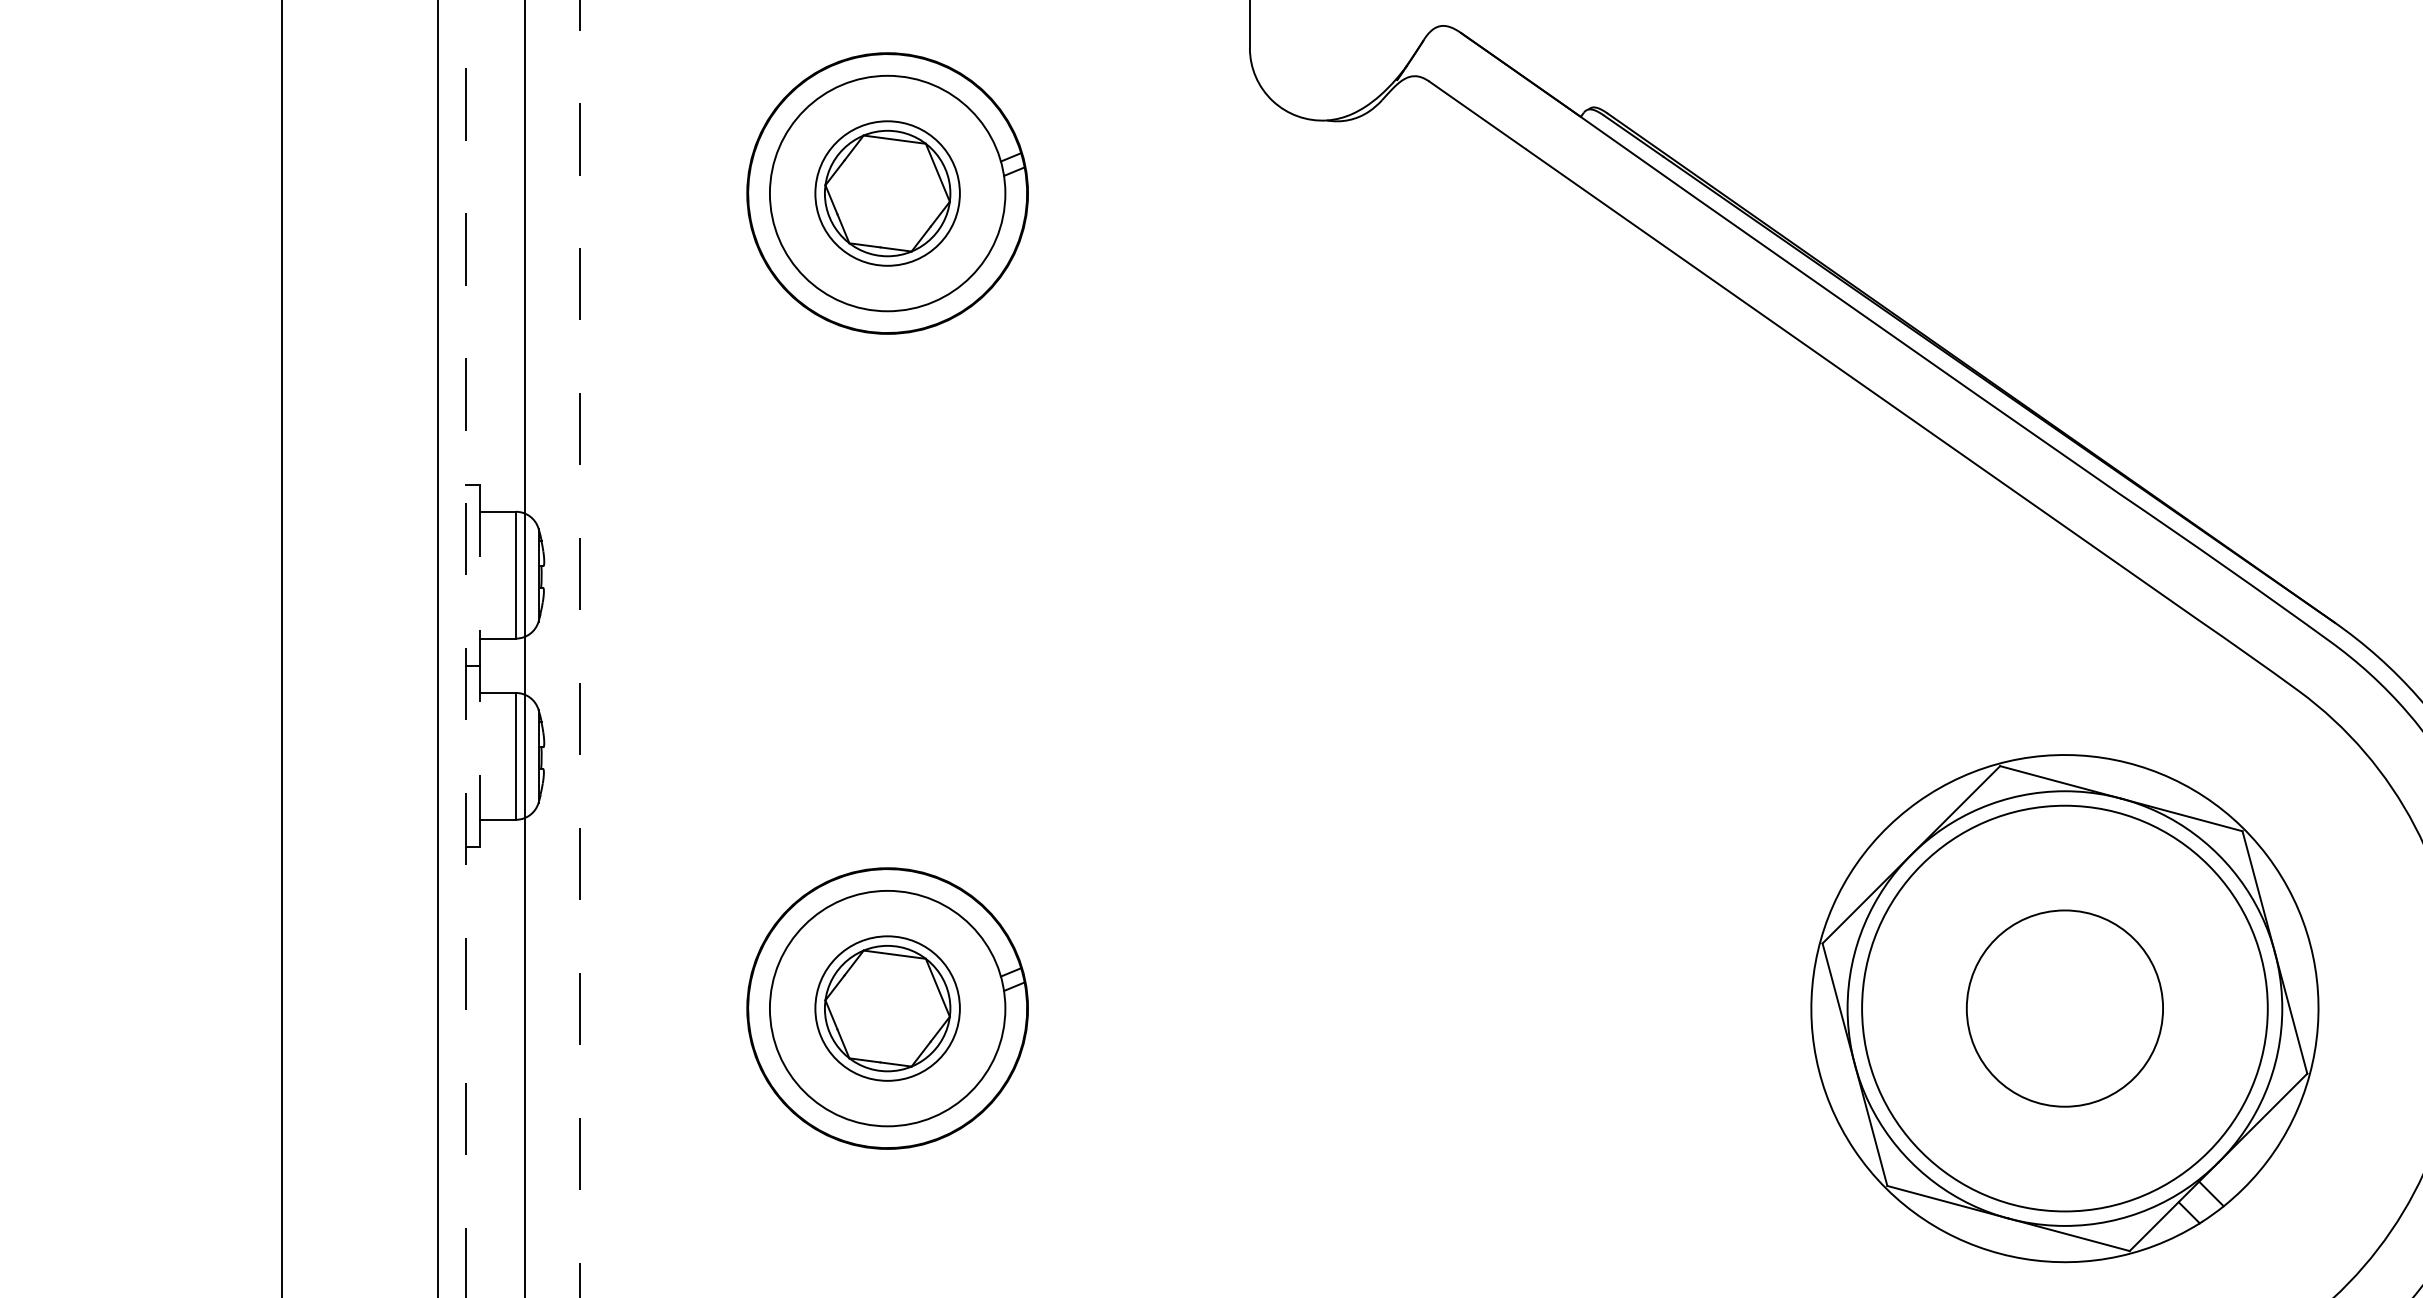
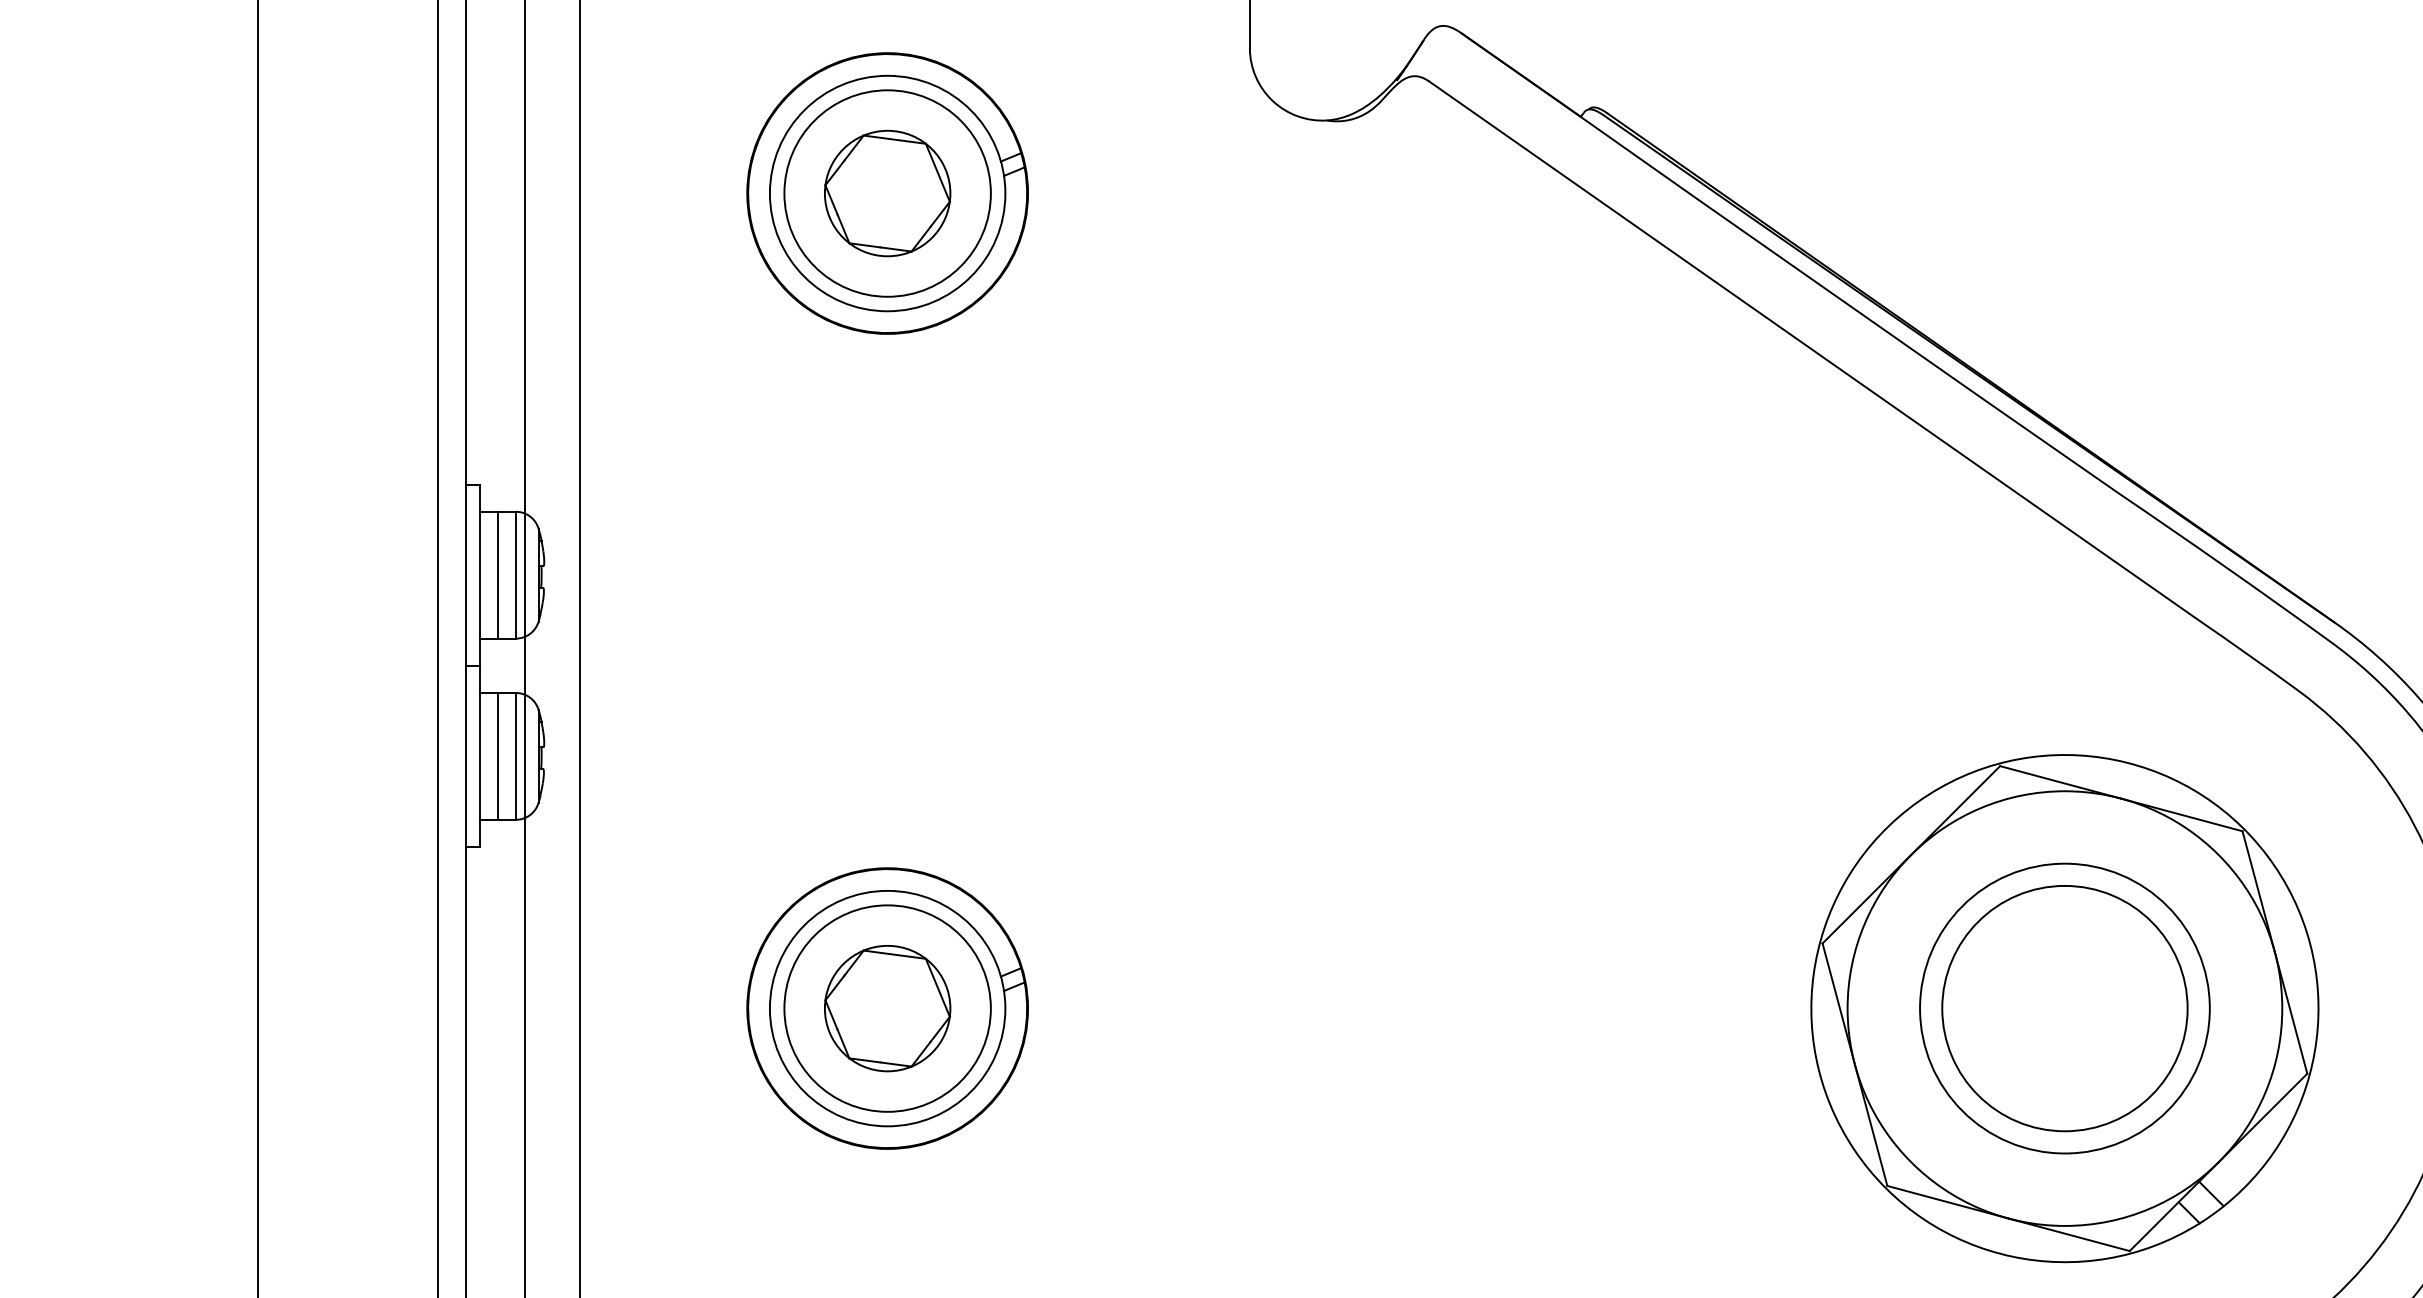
circle at (887, 193) diameter: 145 px -> 206 px
line at (498, 574): none -> present
line at (281, 648) position: (281, 648) -> (257, 648)
line at (465, 649): dashed -> solid
line at (579, 649): dashed -> solid
line at (480, 665): dashed -> solid
line at (498, 755): none -> present
circle at (887, 1008) diameter: 145 px -> 206 px
circle at (2064, 1008) diameter: 196 px -> 245 px
circle at (2064, 1008) diameter: 406 px -> 290 px
